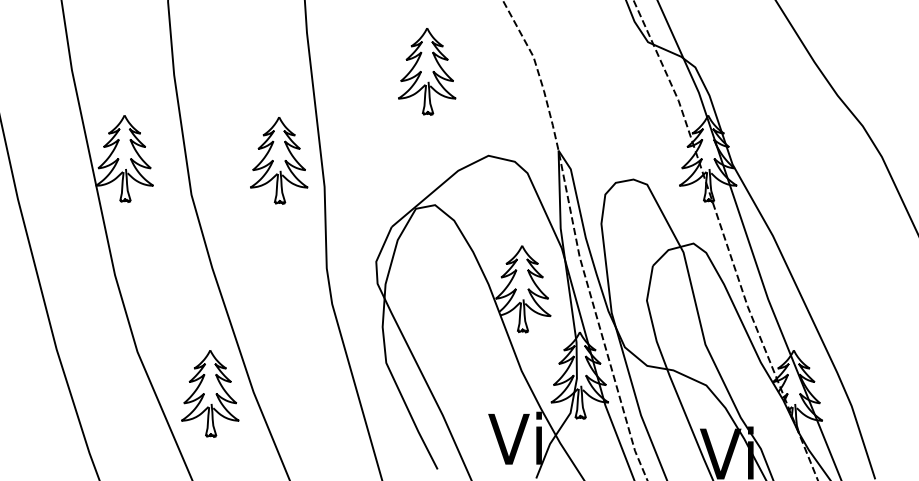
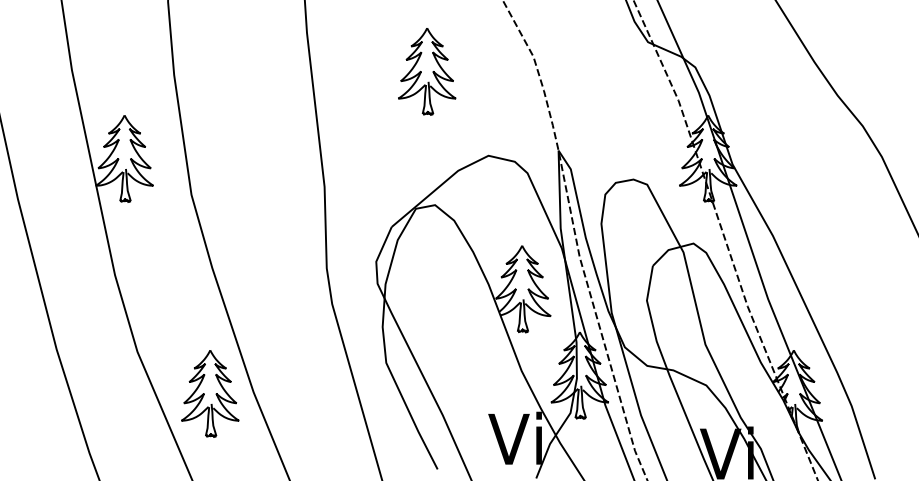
part at (279, 160): present -> none
